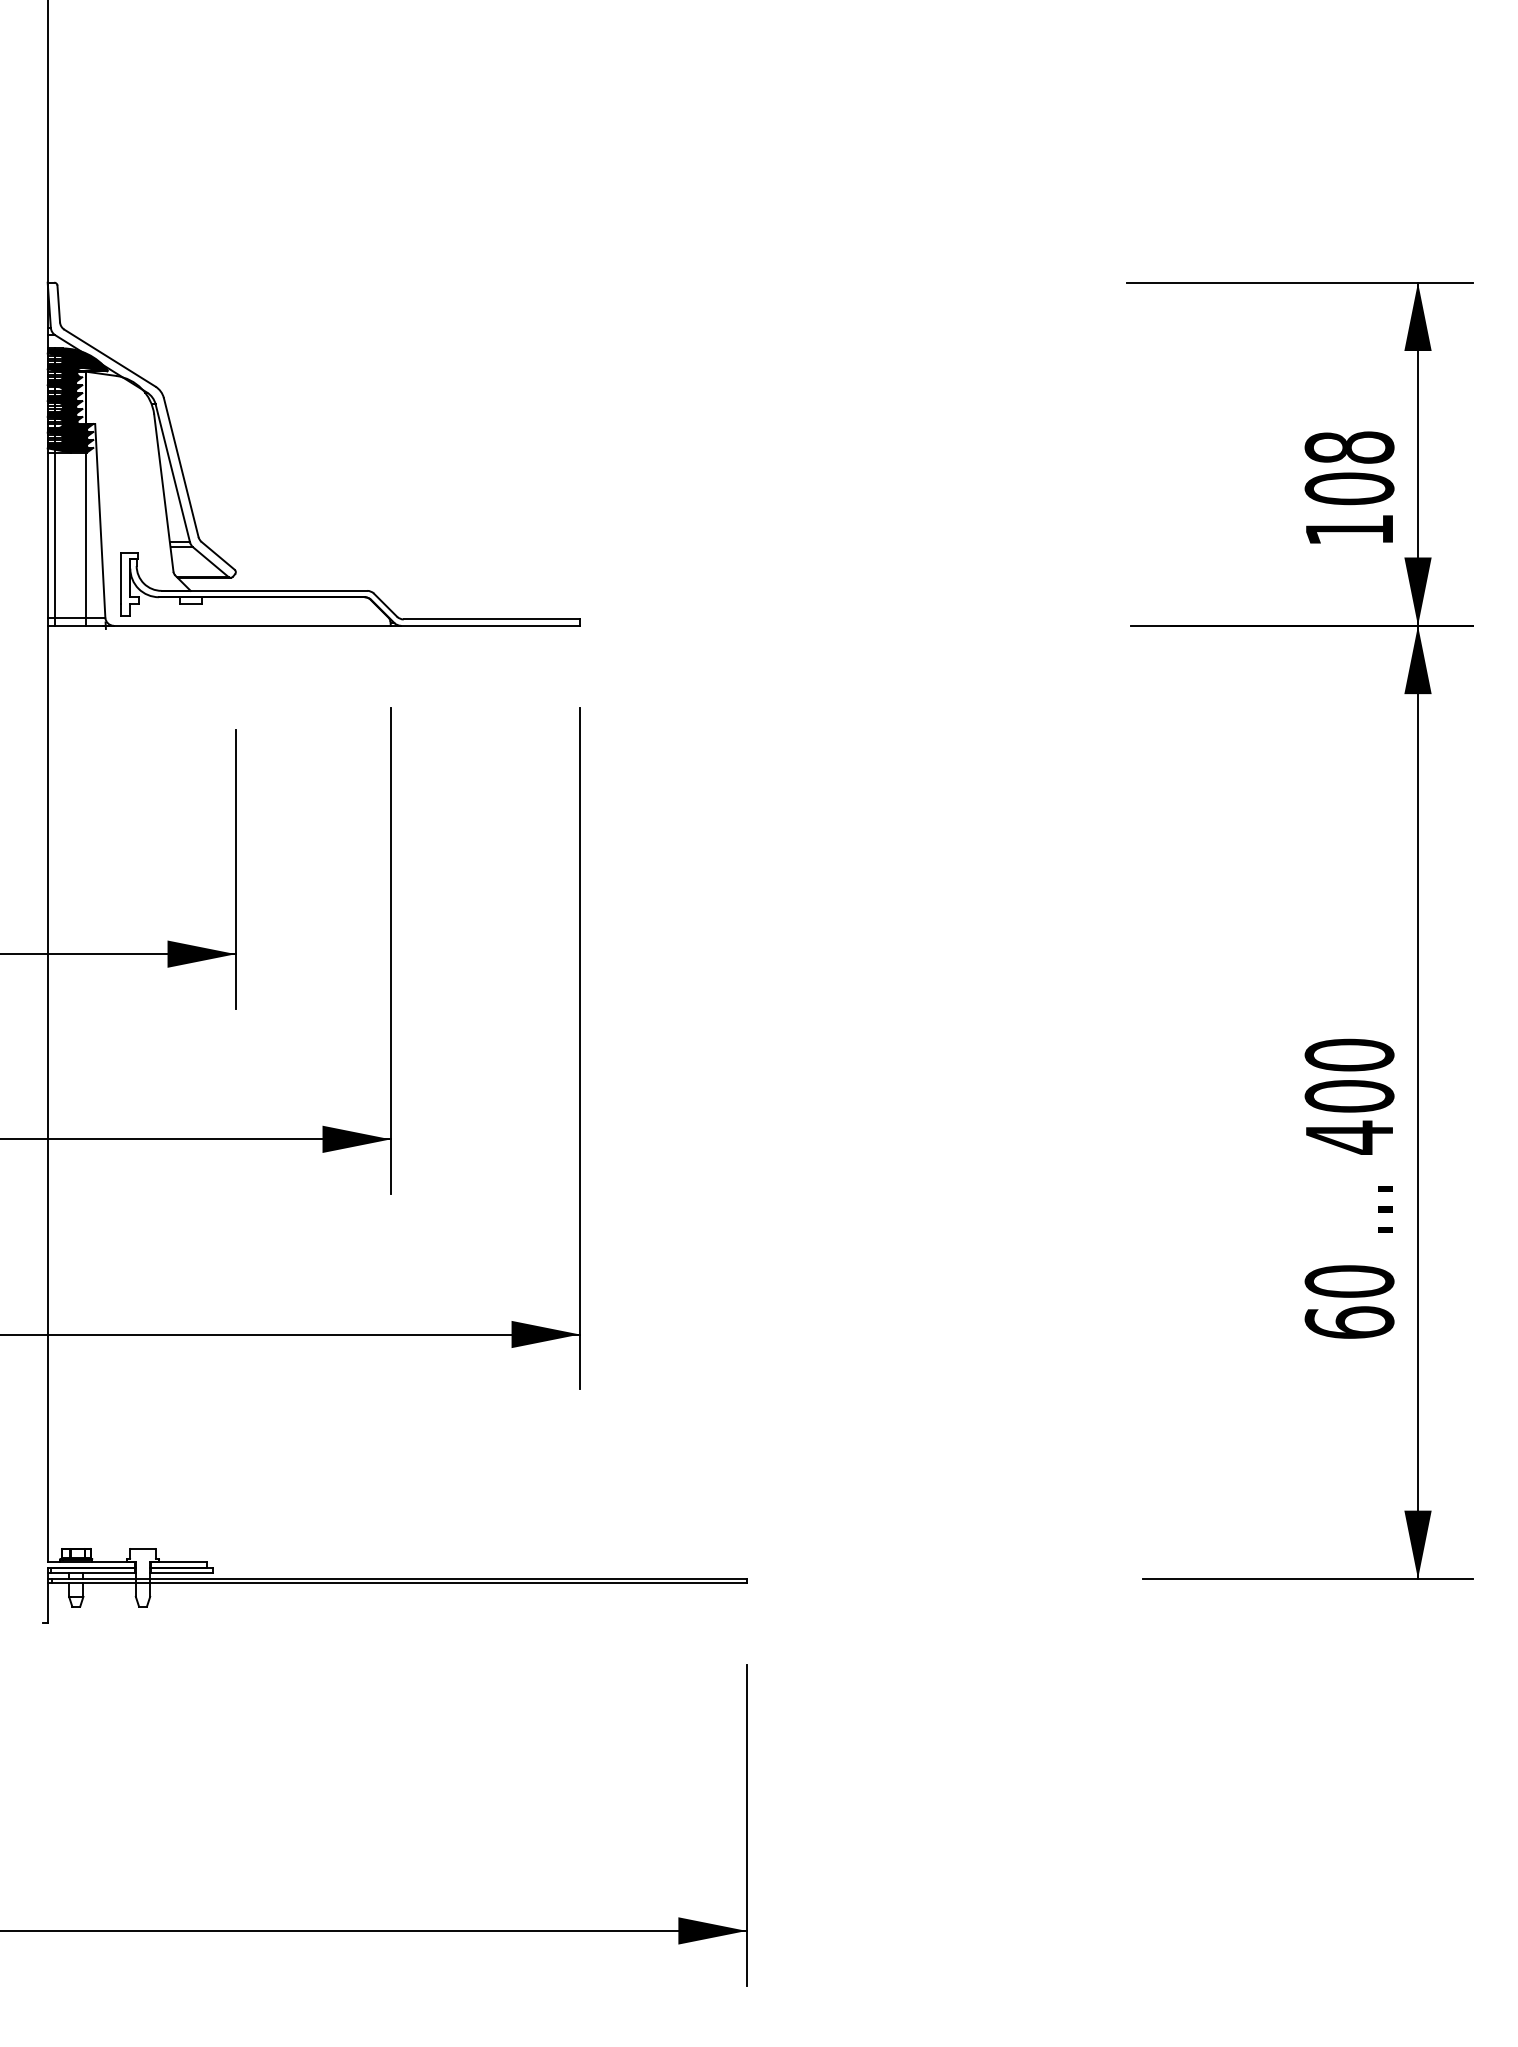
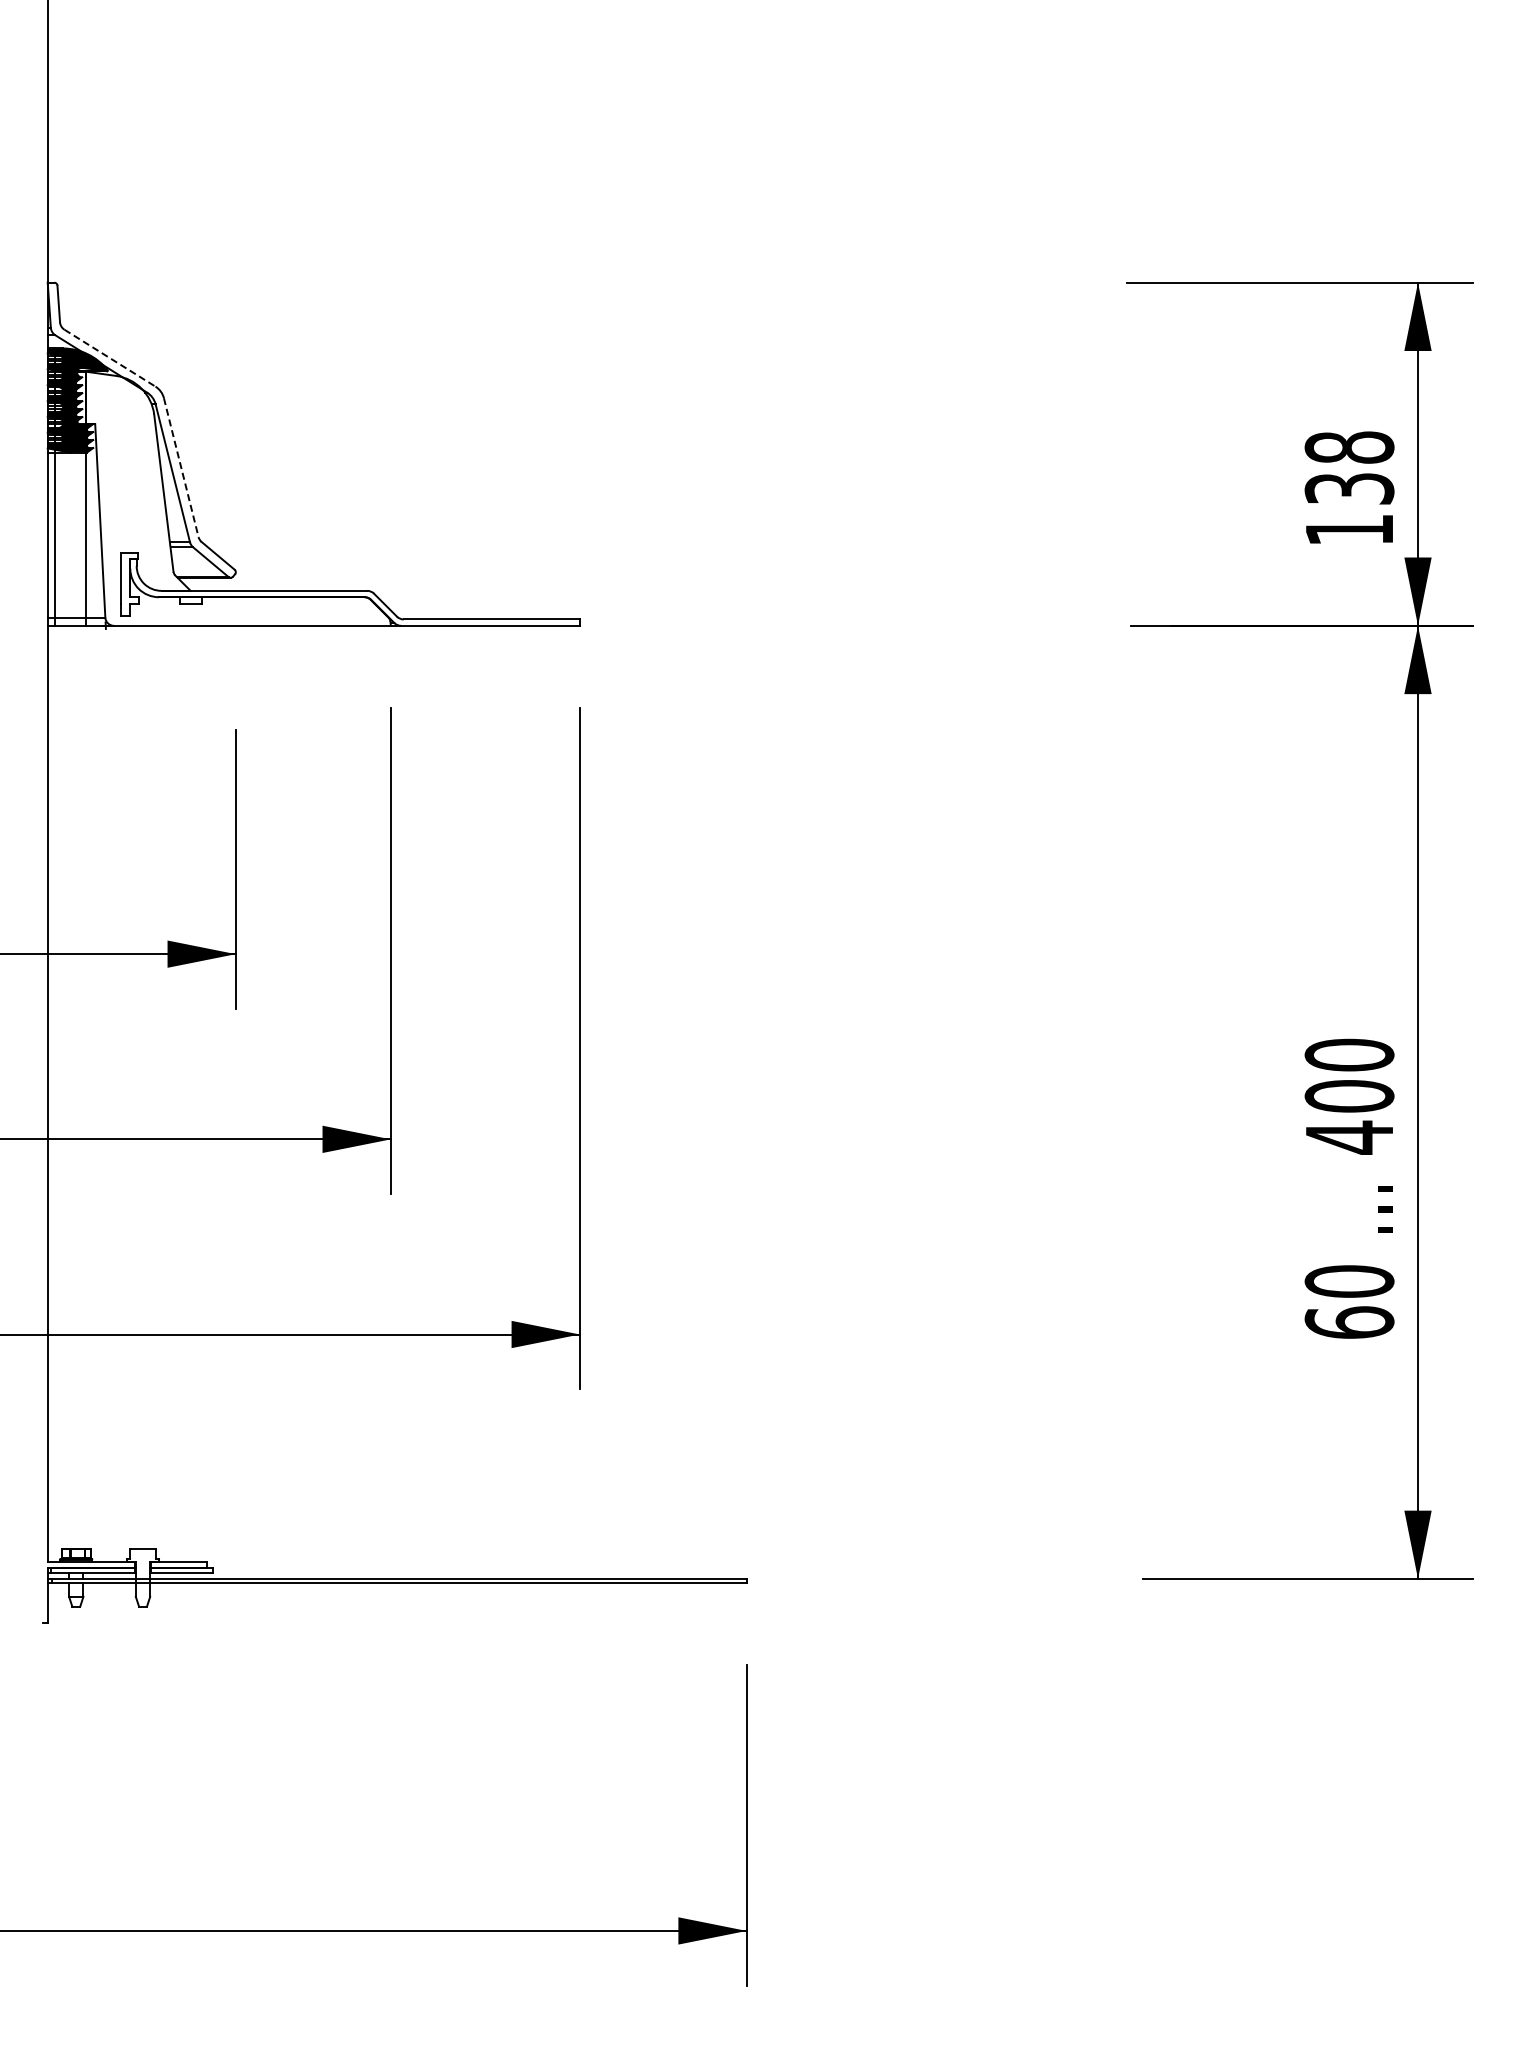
line at (110, 358): solid -> dashed
line at (181, 467): solid -> dashed
text at (1349, 488): 108 -> 138
